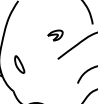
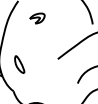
part at (55, 35) position: (55, 35) -> (37, 18)
